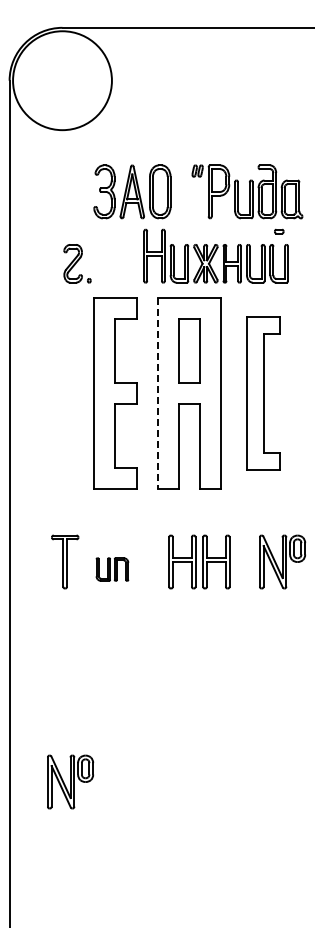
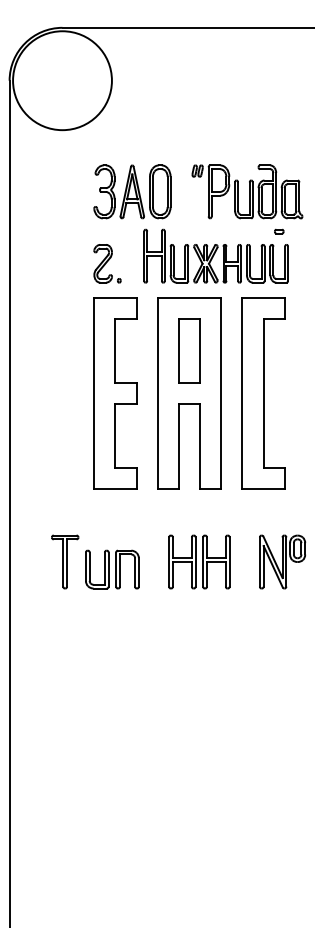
part at (77, 263) position: (77, 263) -> (107, 263)
part at (263, 393) size: 35x155 px -> 45x193 px
line at (157, 394): dashed -> solid
part at (112, 569) size: 35x25 px -> 55x41 px
part at (70, 781): present -> none
